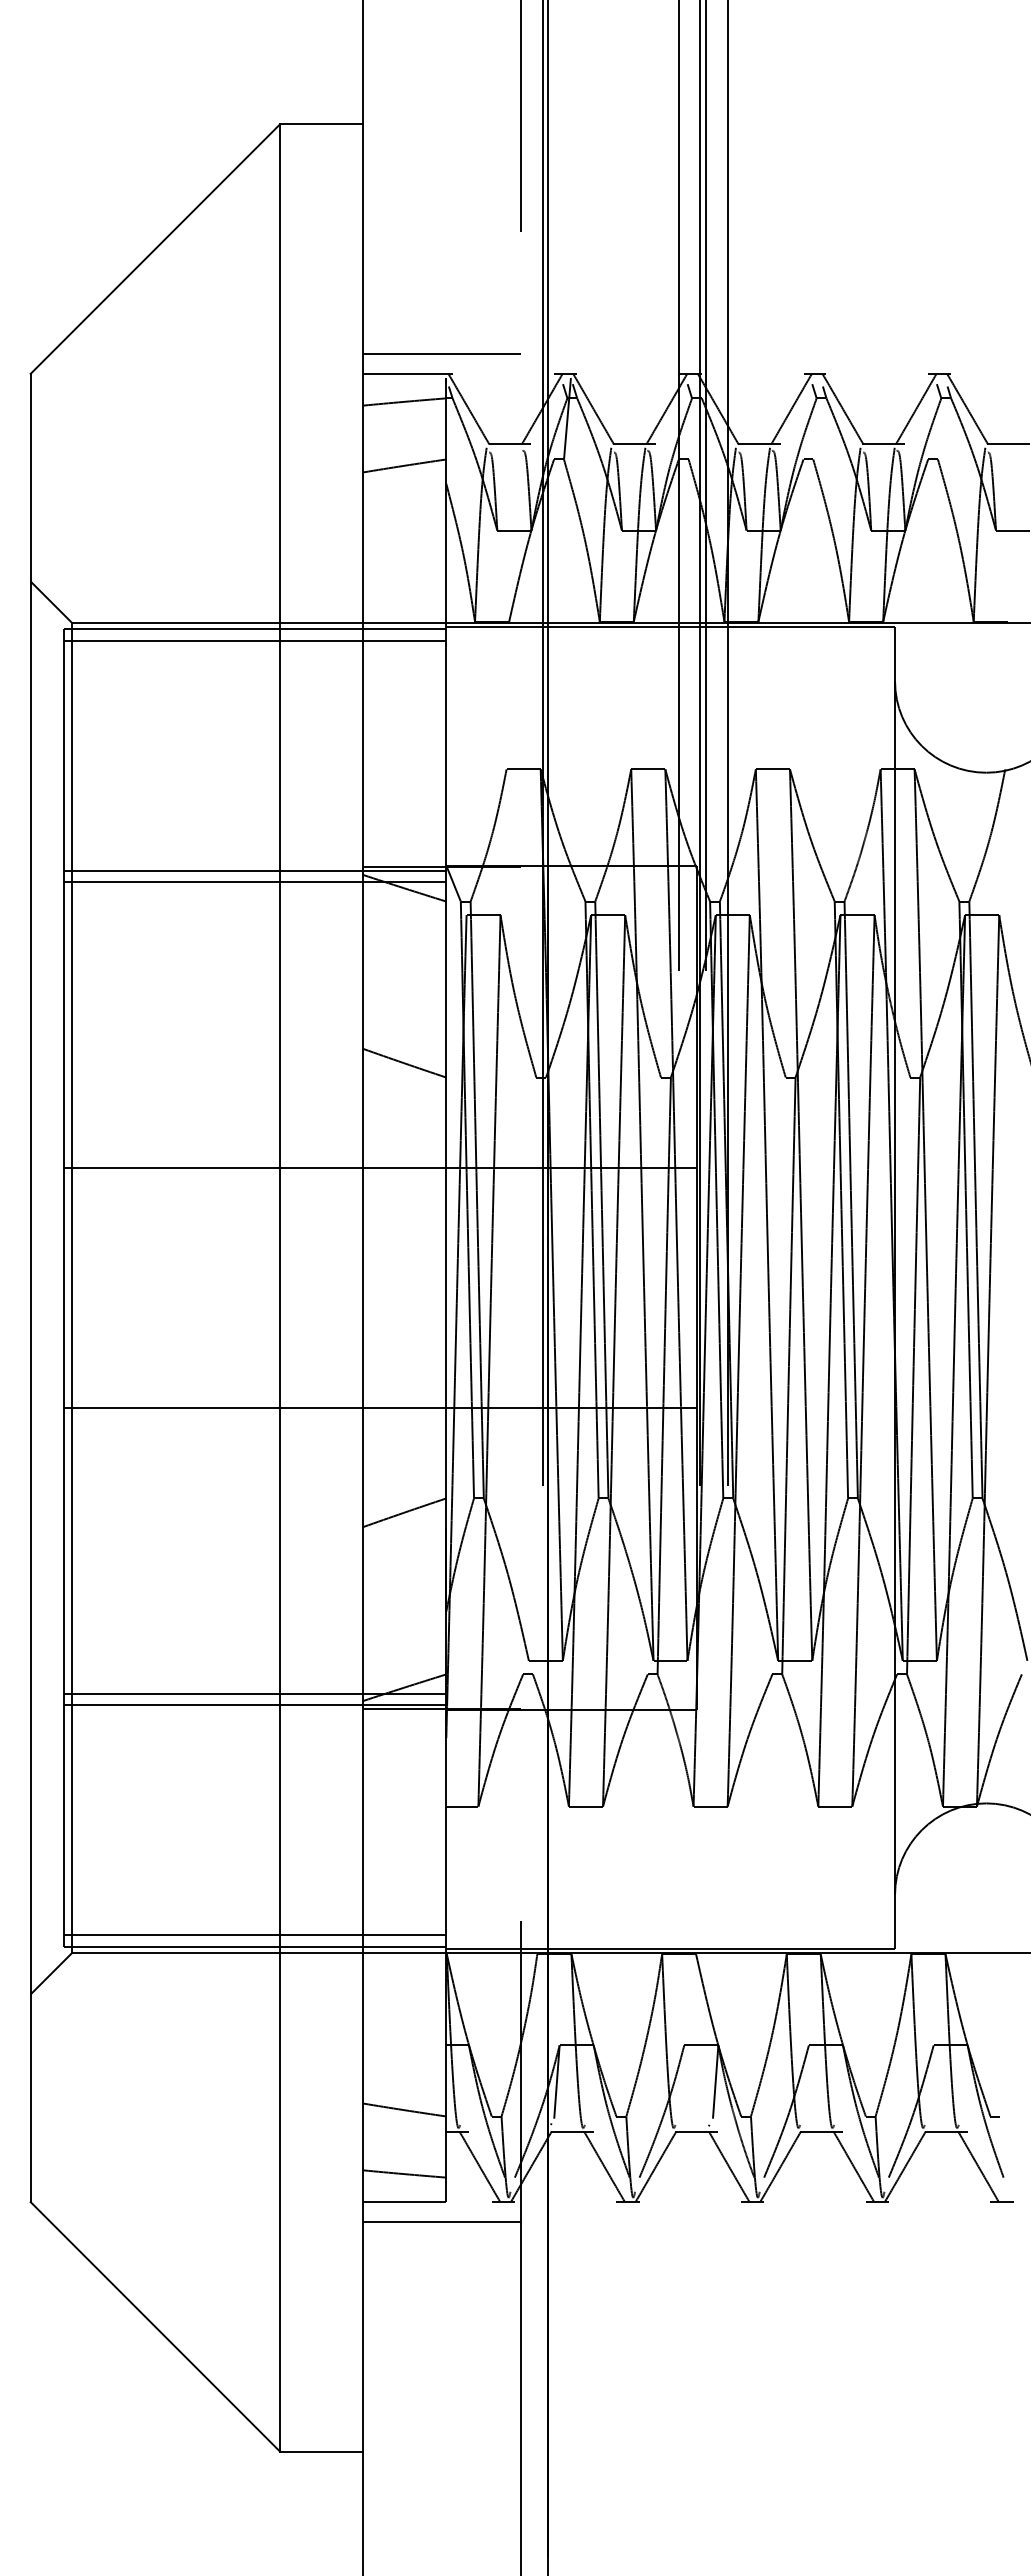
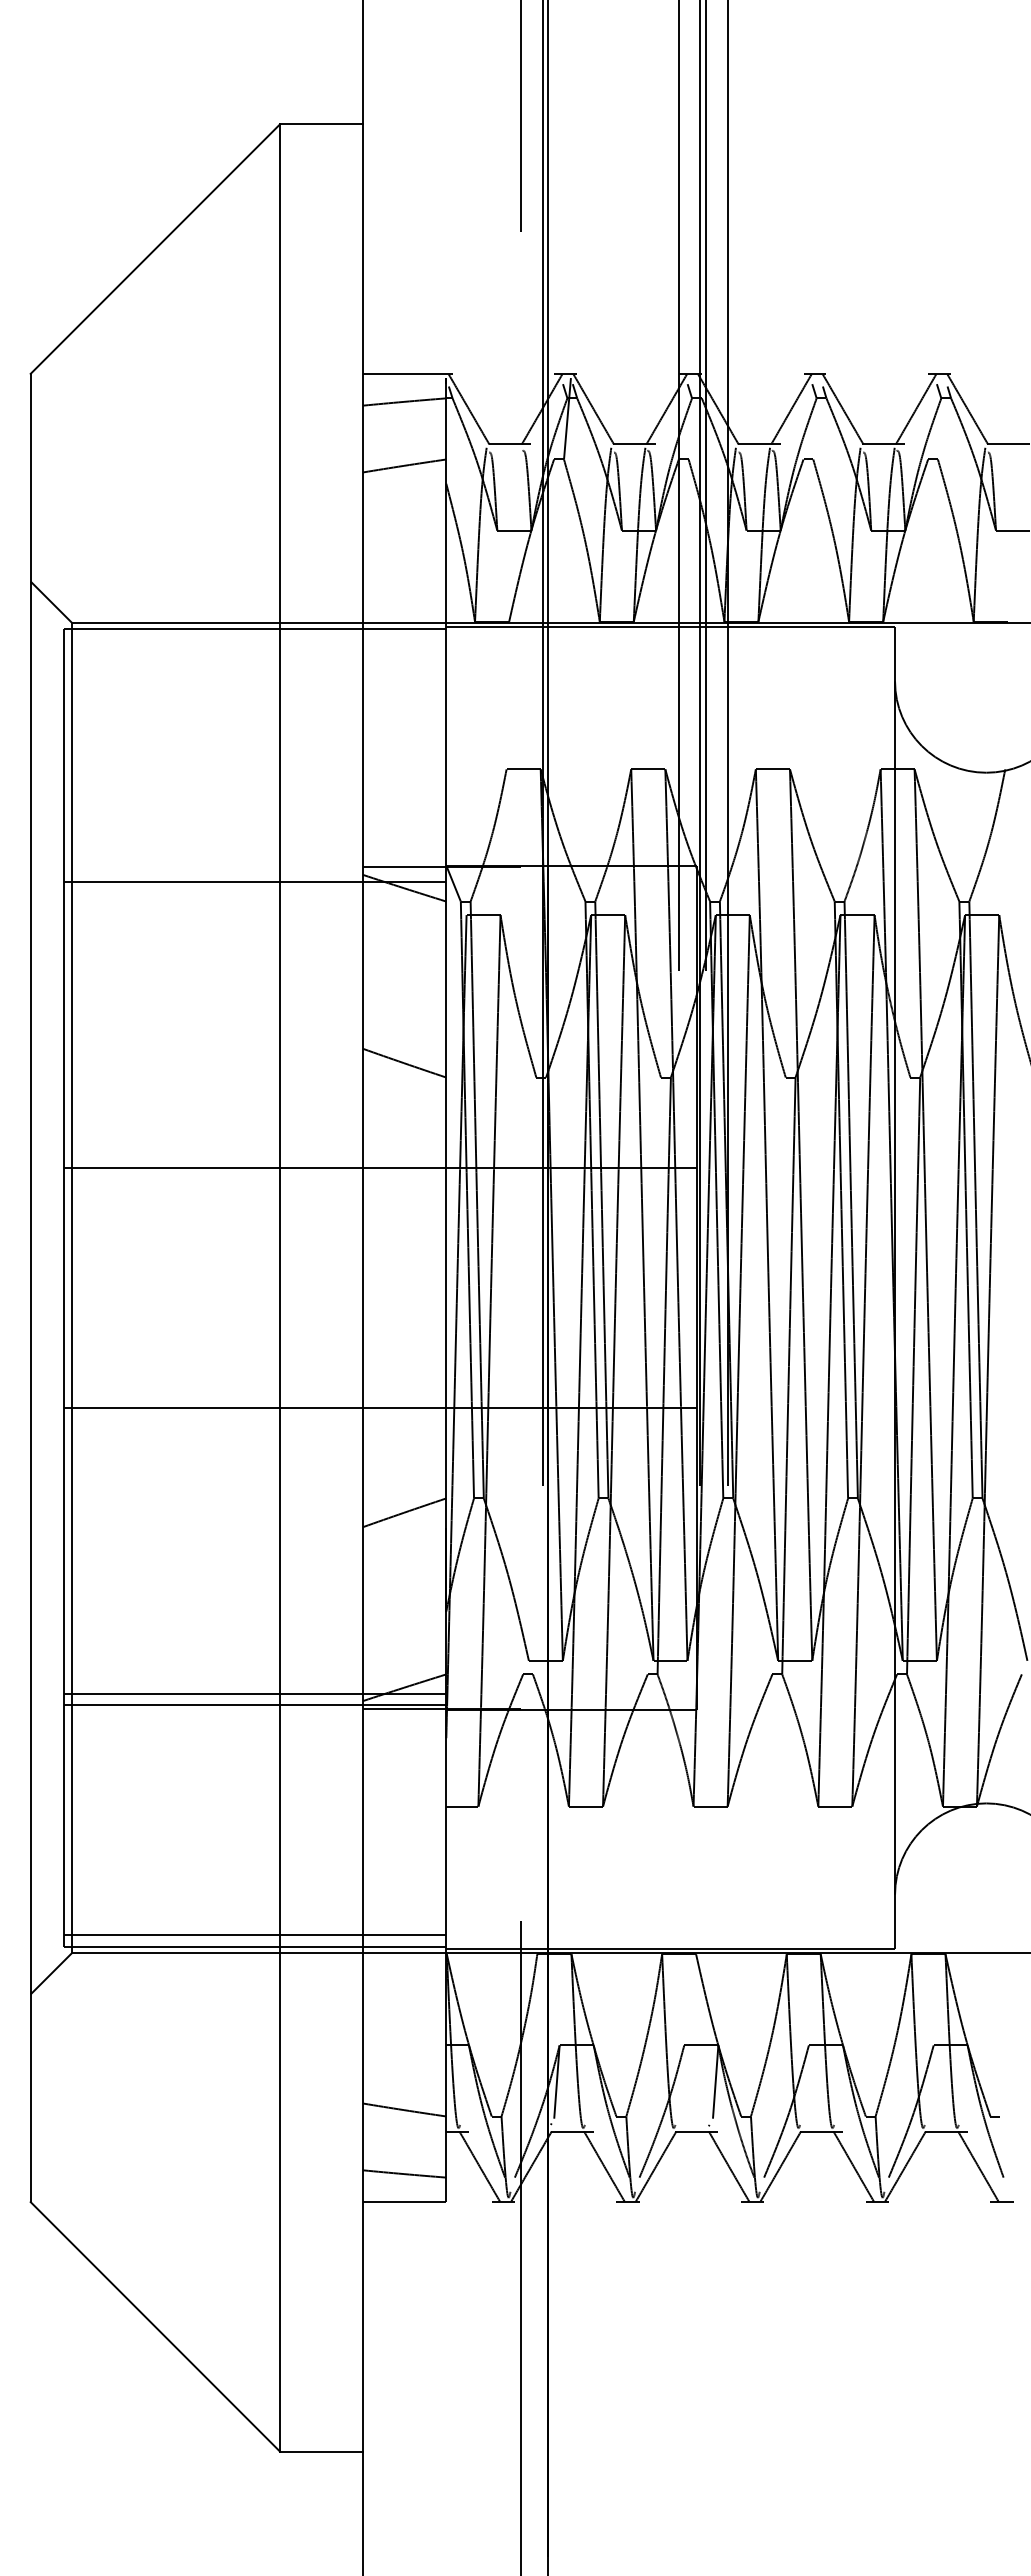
line at (441, 353): present -> none
line at (254, 640): present -> none
line at (254, 870): present -> none
line at (441, 2222): present -> none
